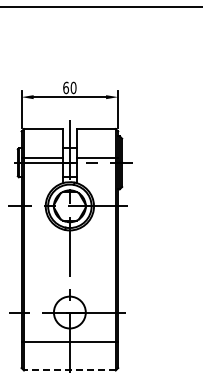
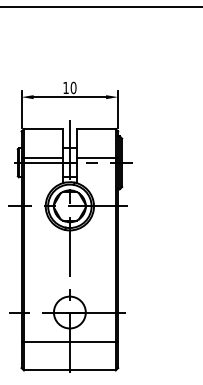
text at (65, 87): 60 -> 10
line at (69, 370): dashed -> solid
